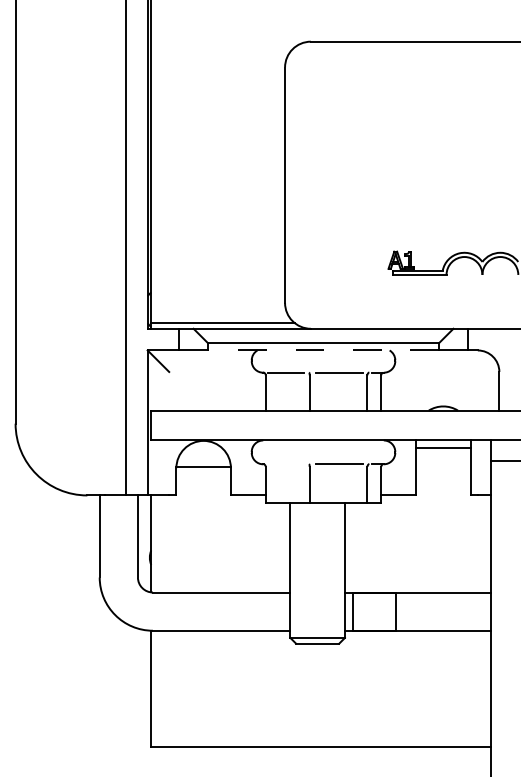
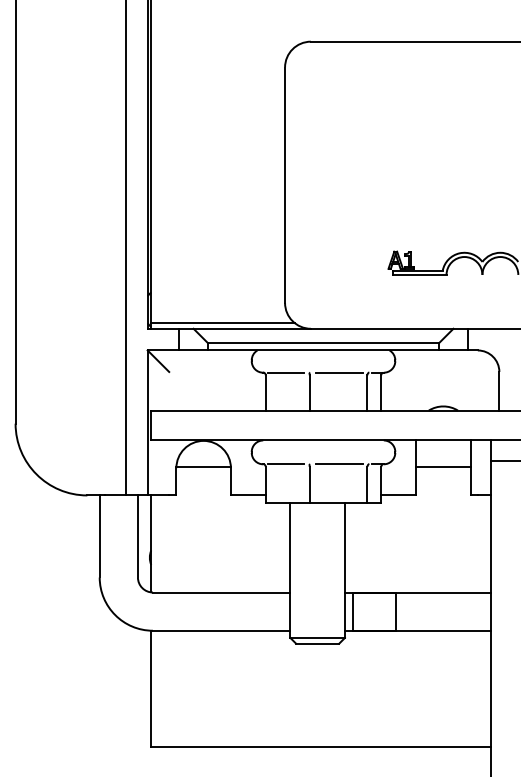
line at (323, 350): dashed -> solid
line at (443, 447) position: (443, 447) -> (443, 466)
line at (285, 464): none -> present
